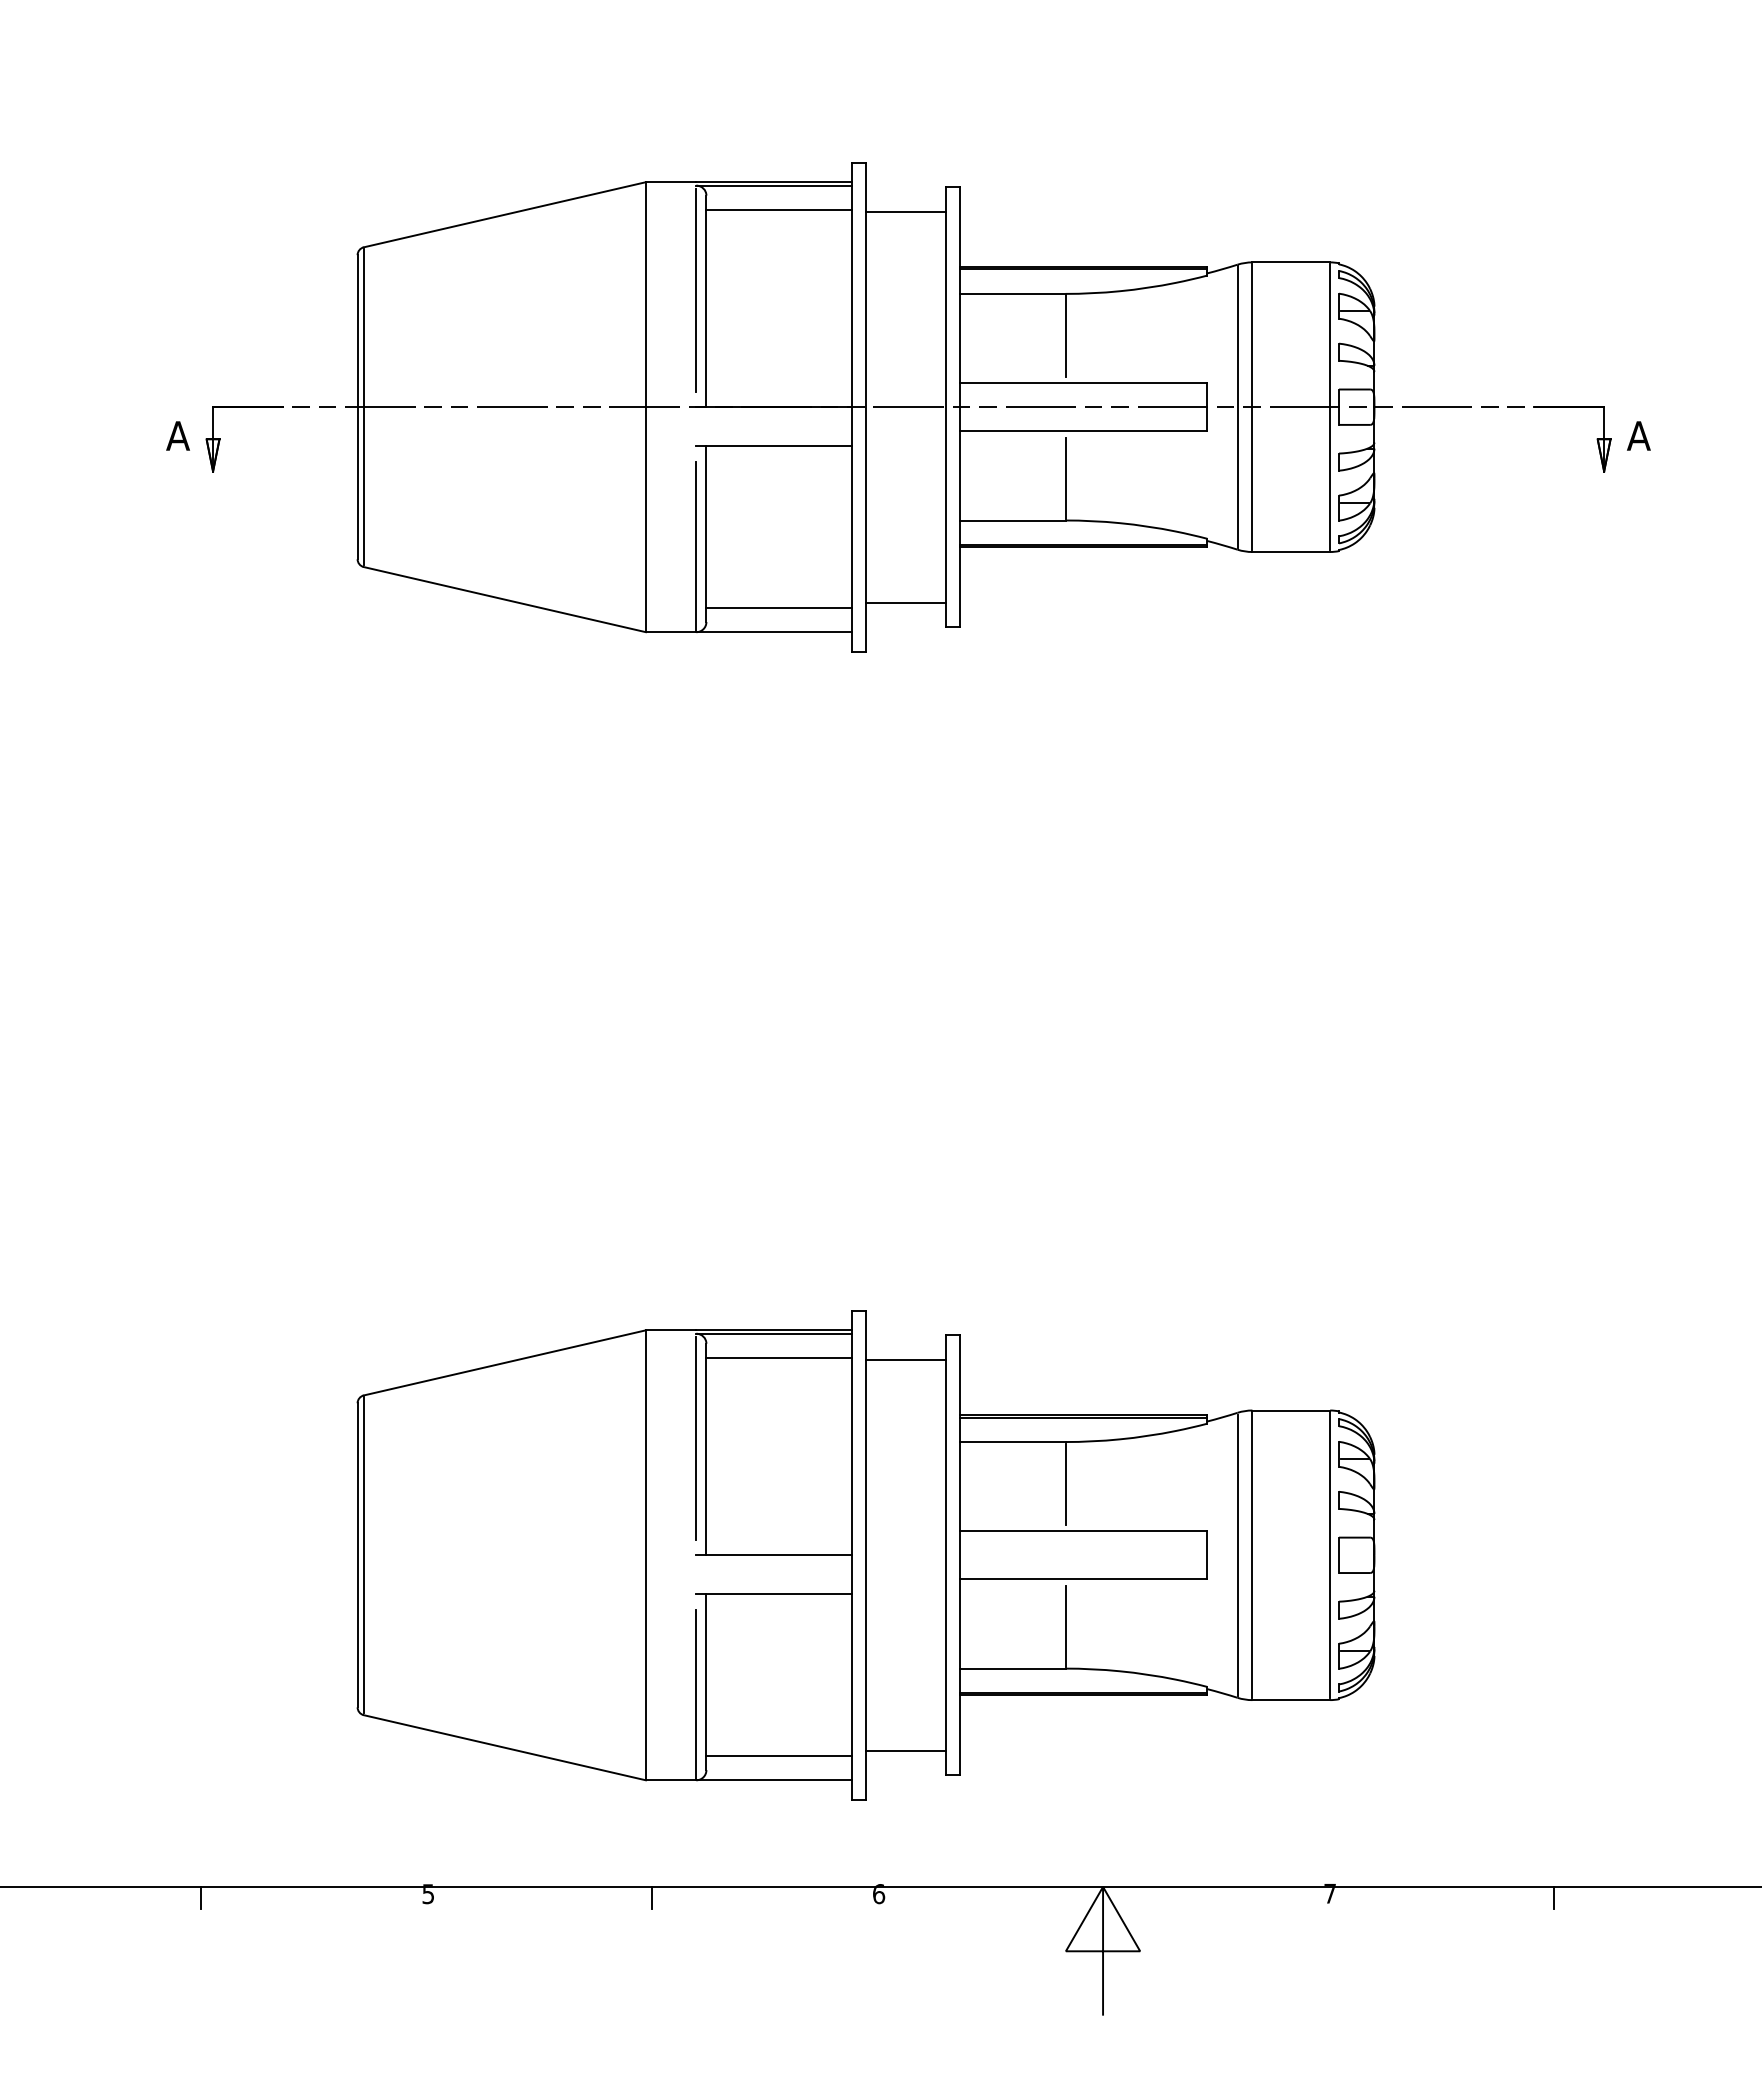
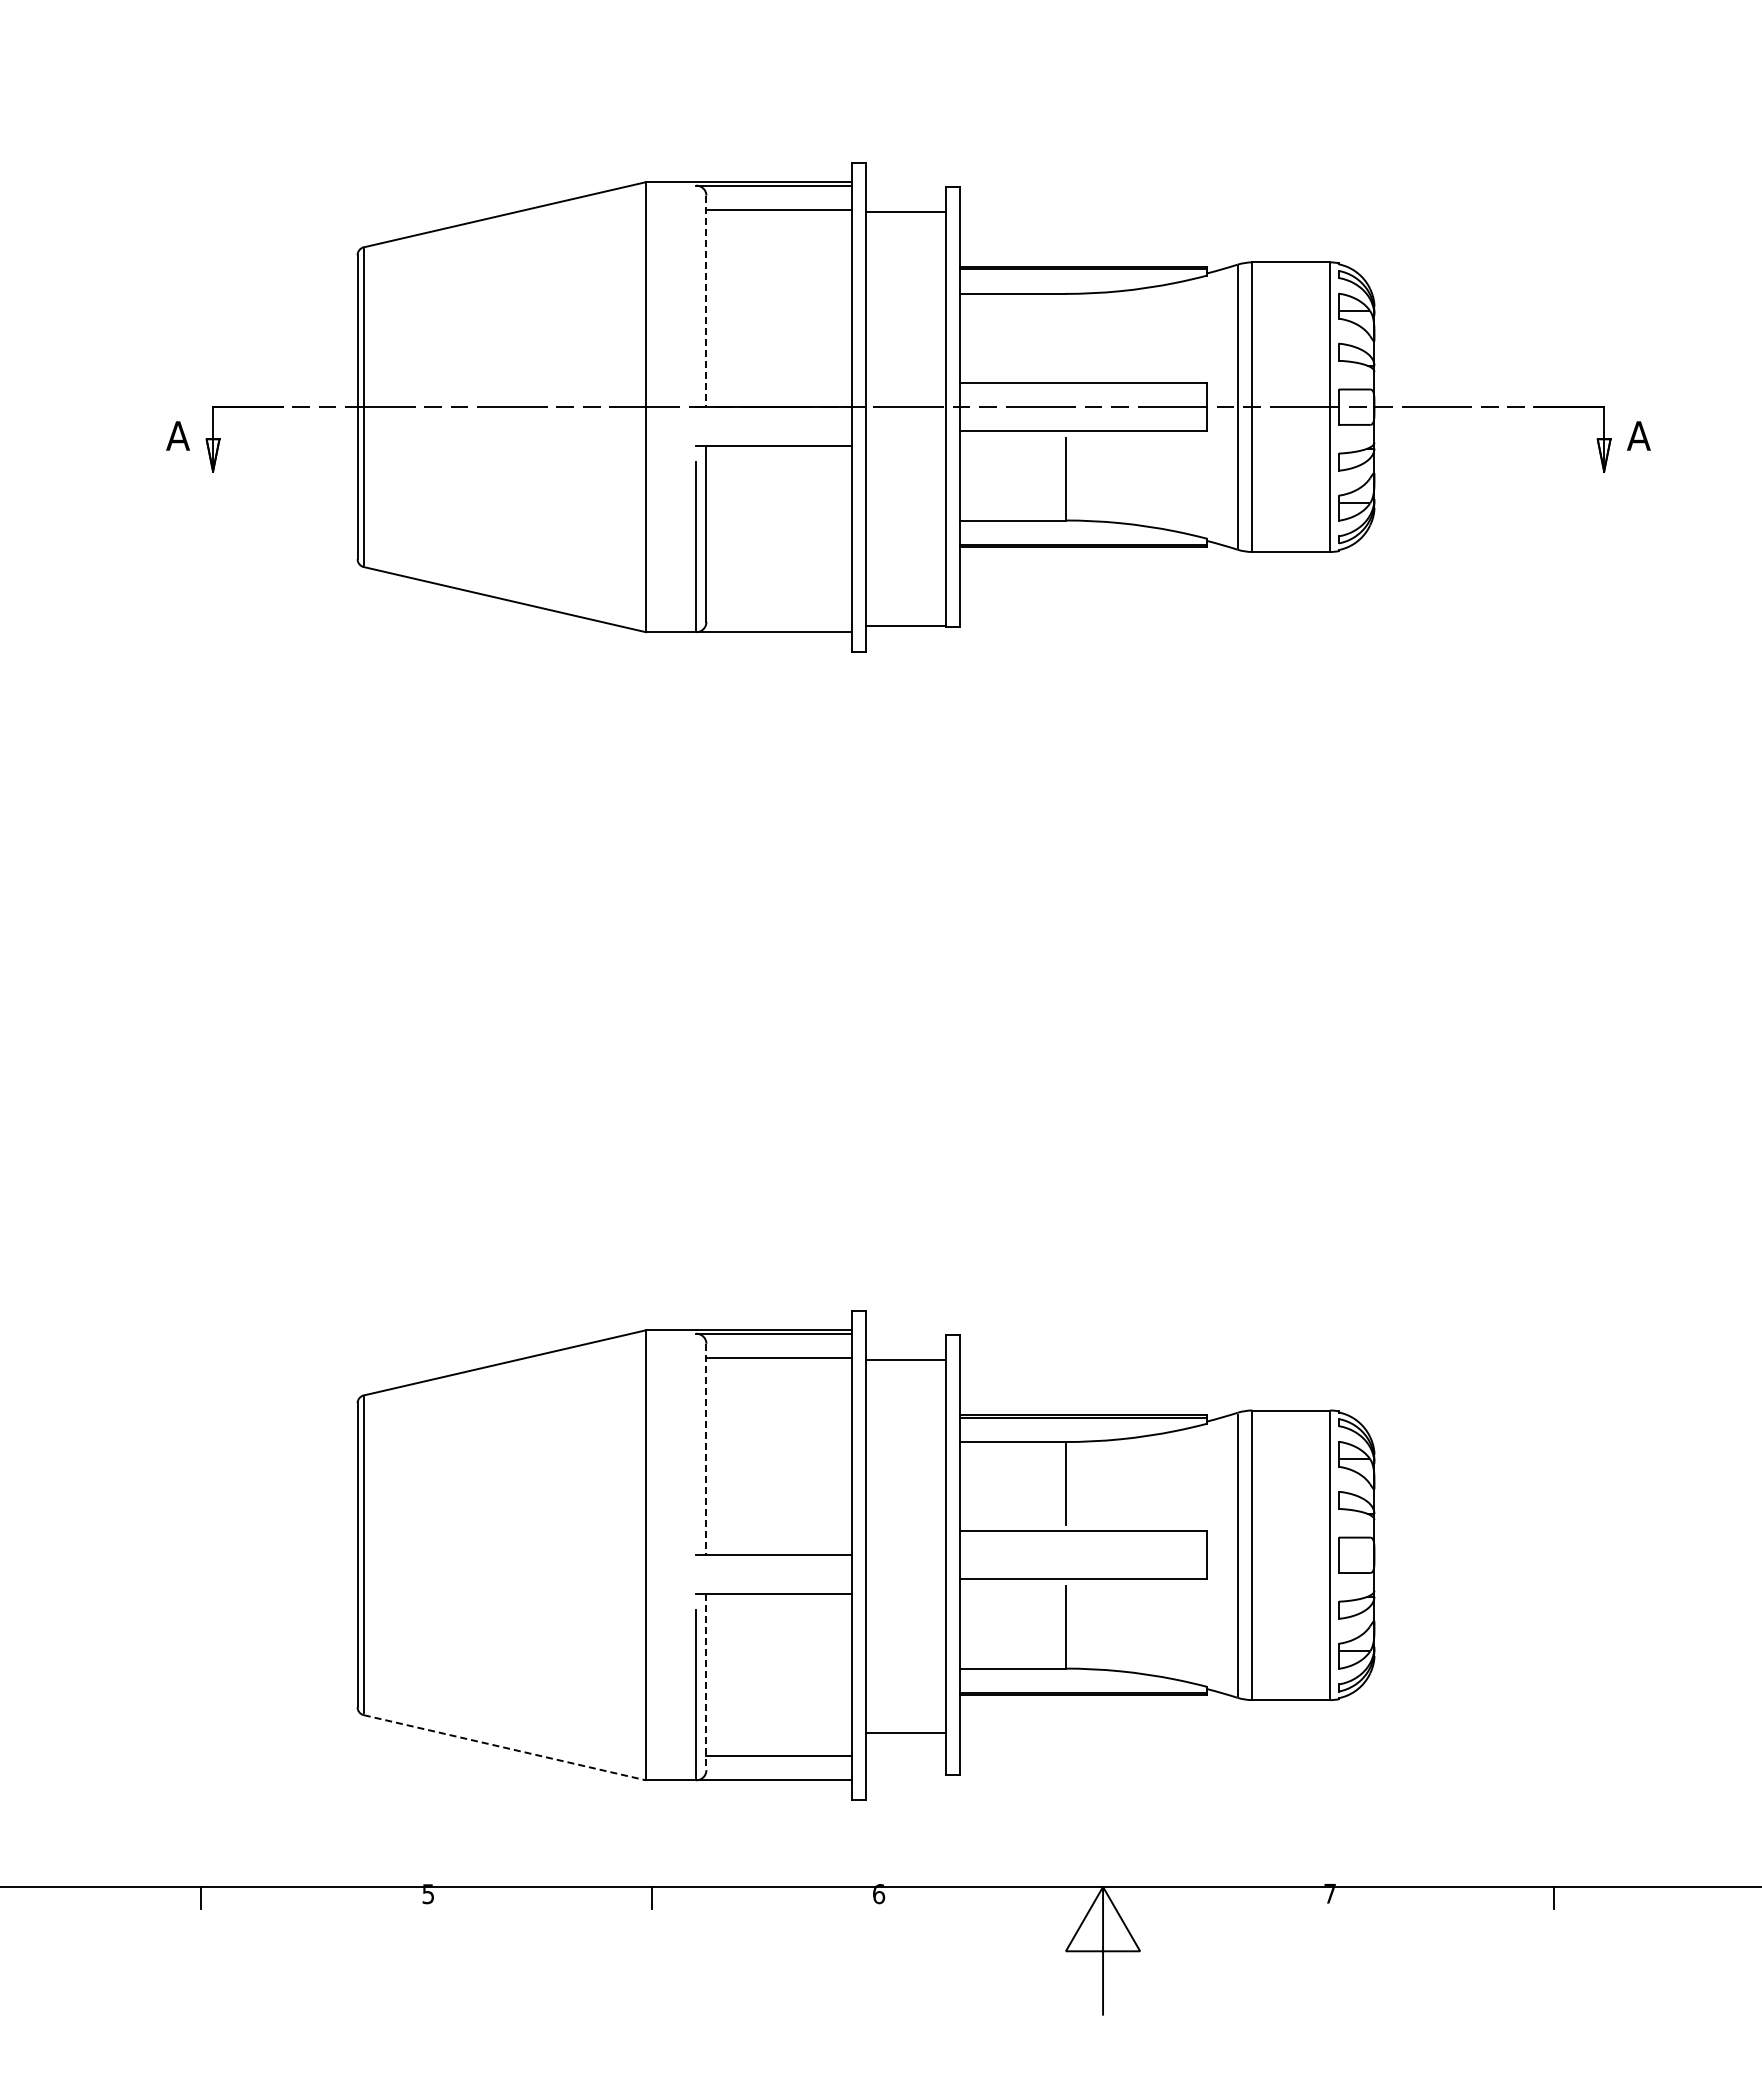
line at (696, 289): present -> none
line at (706, 301): solid -> dashed
line at (1065, 335): present -> none
line at (905, 602) position: (905, 602) -> (905, 625)
line at (778, 607): present -> none
line at (696, 1438): present -> none
line at (706, 1449): solid -> dashed
line at (706, 1682): solid -> dashed
line at (504, 1747): solid -> dashed
line at (905, 1750) position: (905, 1750) -> (905, 1732)
